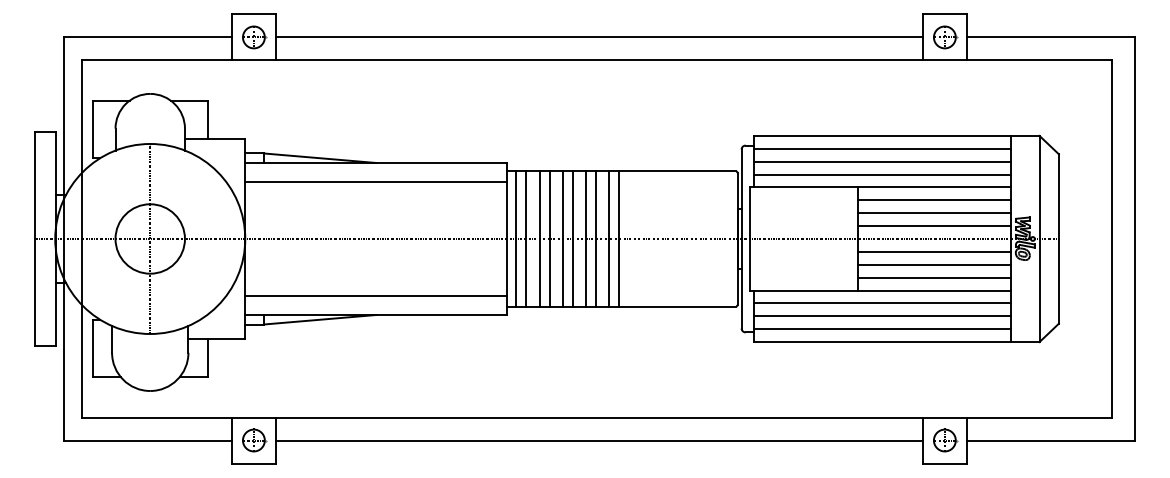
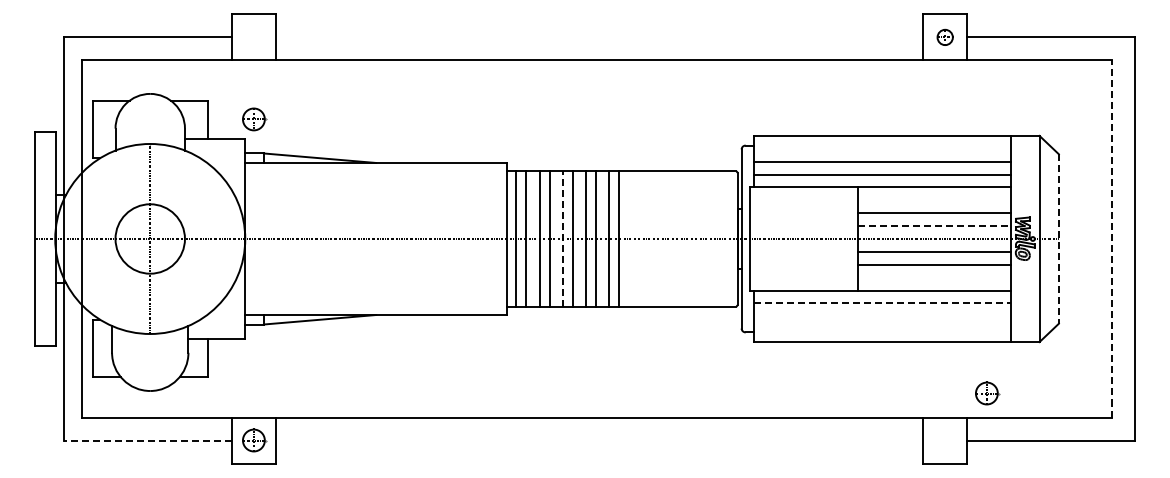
part at (254, 37) position: (254, 37) -> (254, 119)
line at (599, 37): present -> none
part at (945, 37) size: 26x25 px -> 18x18 px
line at (881, 148): present -> none
line at (376, 181): present -> none
line at (934, 200): present -> none
line at (934, 226): solid -> dashed
line at (562, 239): solid -> dashed
line at (1058, 239): solid -> dashed
line at (1111, 239): solid -> dashed
line at (934, 277): present -> none
line at (376, 296): present -> none
line at (882, 303): solid -> dashed
line at (881, 316): present -> none
line at (881, 329): present -> none
line at (147, 440): solid -> dashed
line at (599, 440): present -> none
part at (945, 440) position: (945, 440) -> (987, 393)
